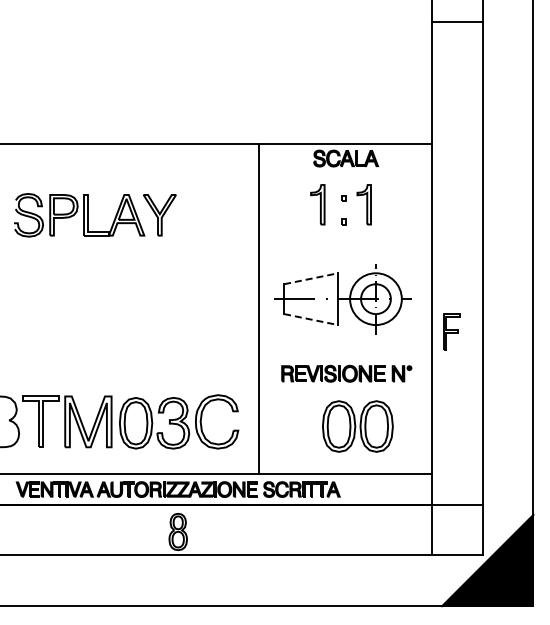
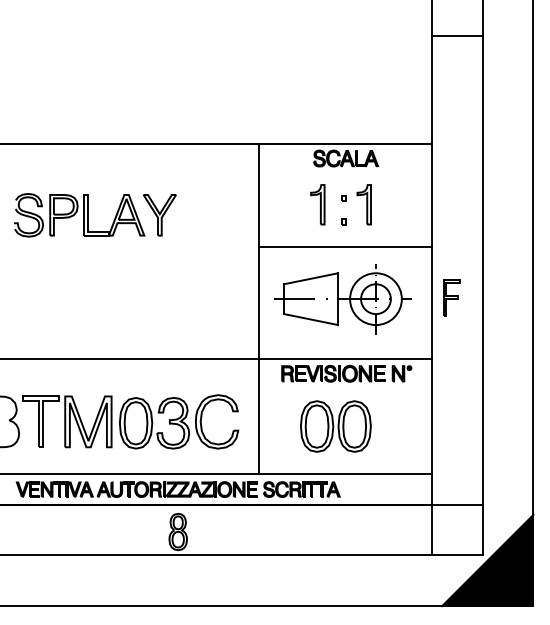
line at (456, 21) position: (456, 21) -> (456, 35)
line at (345, 246): none -> present
line at (311, 278): dashed -> solid
line at (311, 319): dashed -> solid
part at (451, 331) position: (451, 331) -> (451, 297)
line at (216, 359): none -> present
part at (357, 426) position: (357, 426) -> (335, 426)
